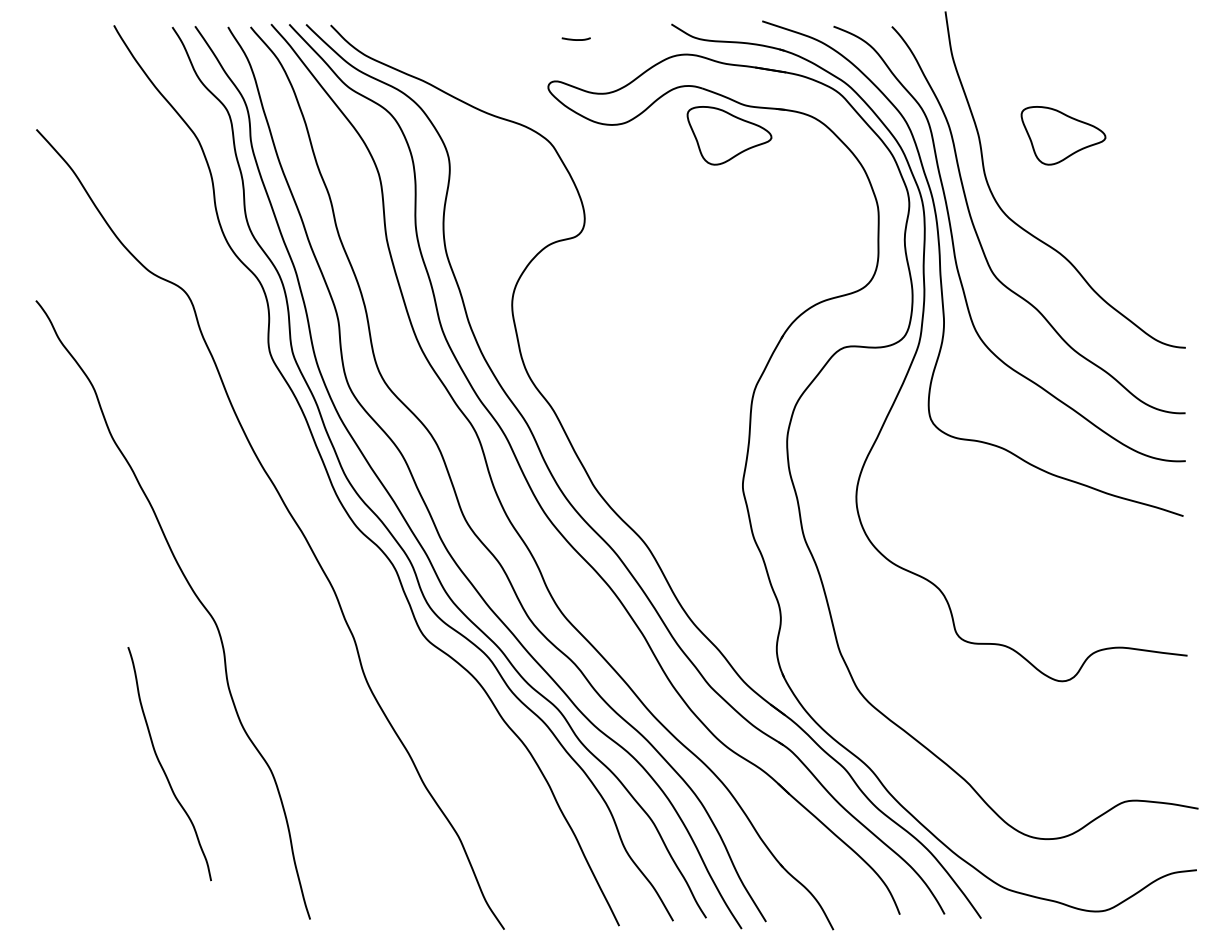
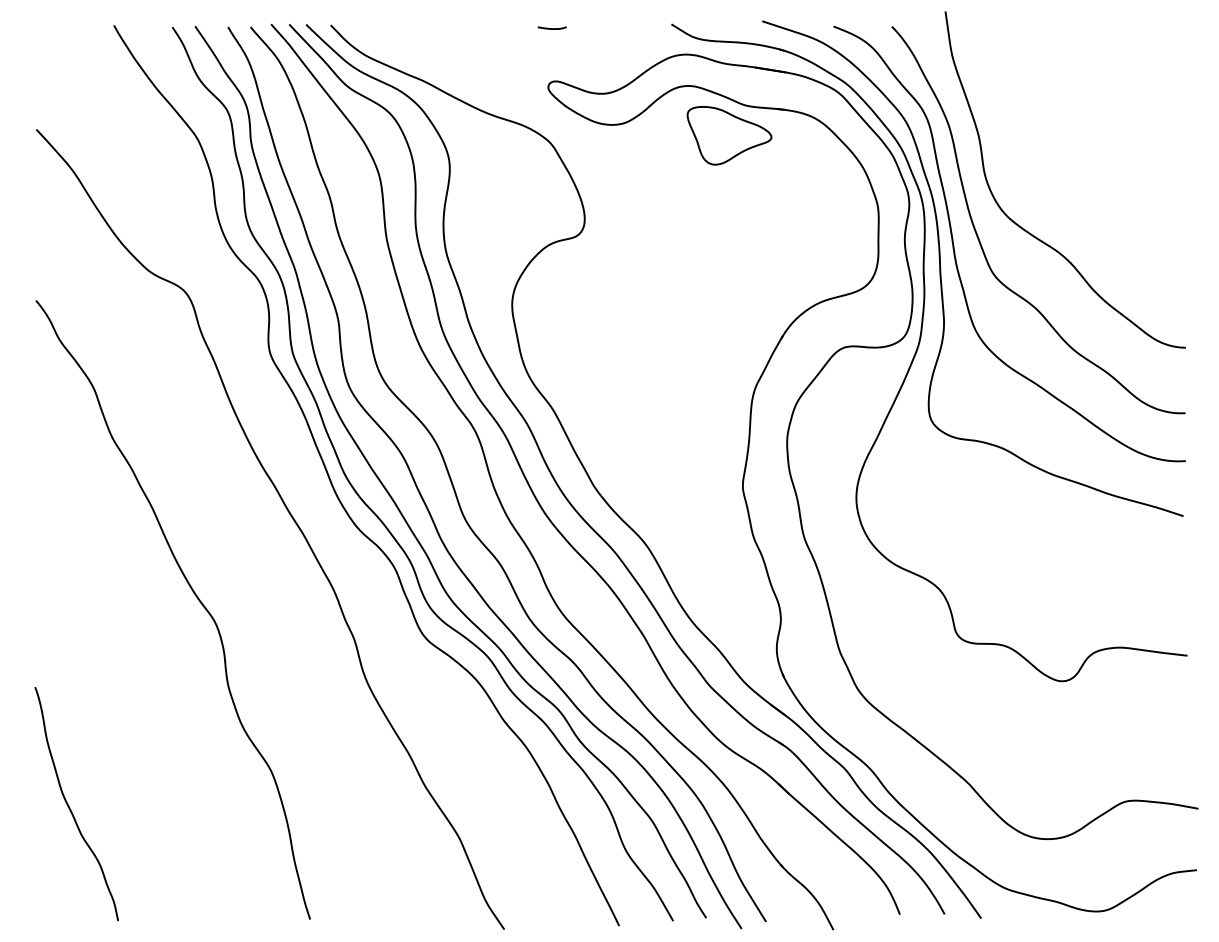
curve at (575, 39) position: (575, 39) -> (551, 28)
part at (1063, 135): present -> none
curve at (163, 767) position: (163, 767) -> (70, 807)
